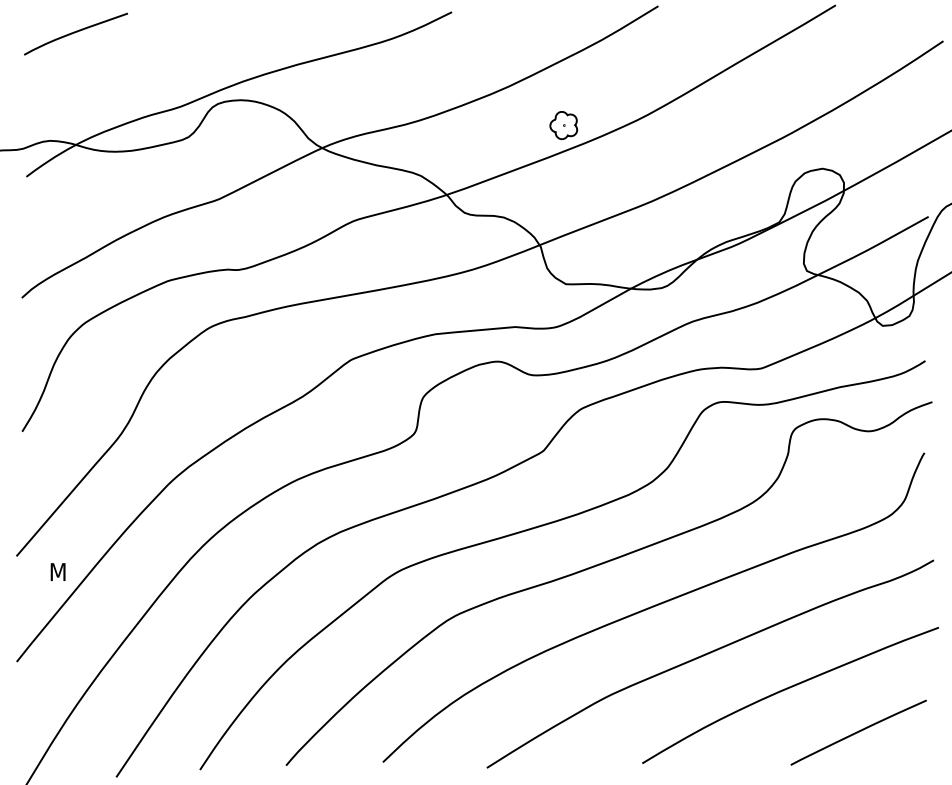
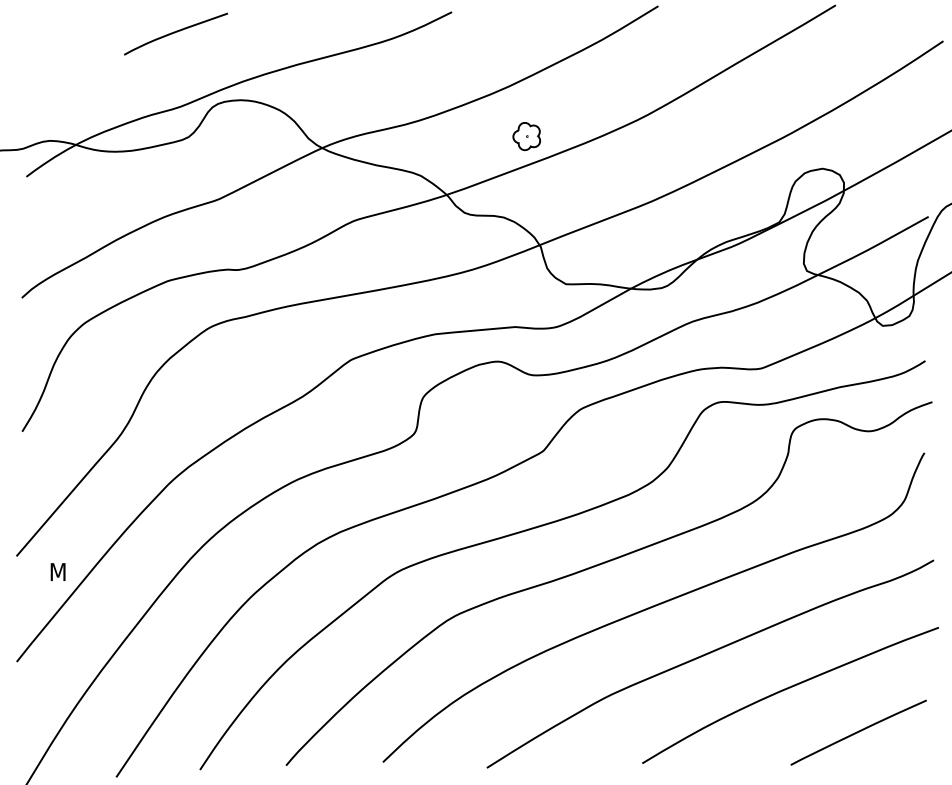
curve at (75, 33) position: (75, 33) -> (175, 33)
part at (563, 125) position: (563, 125) -> (526, 136)
